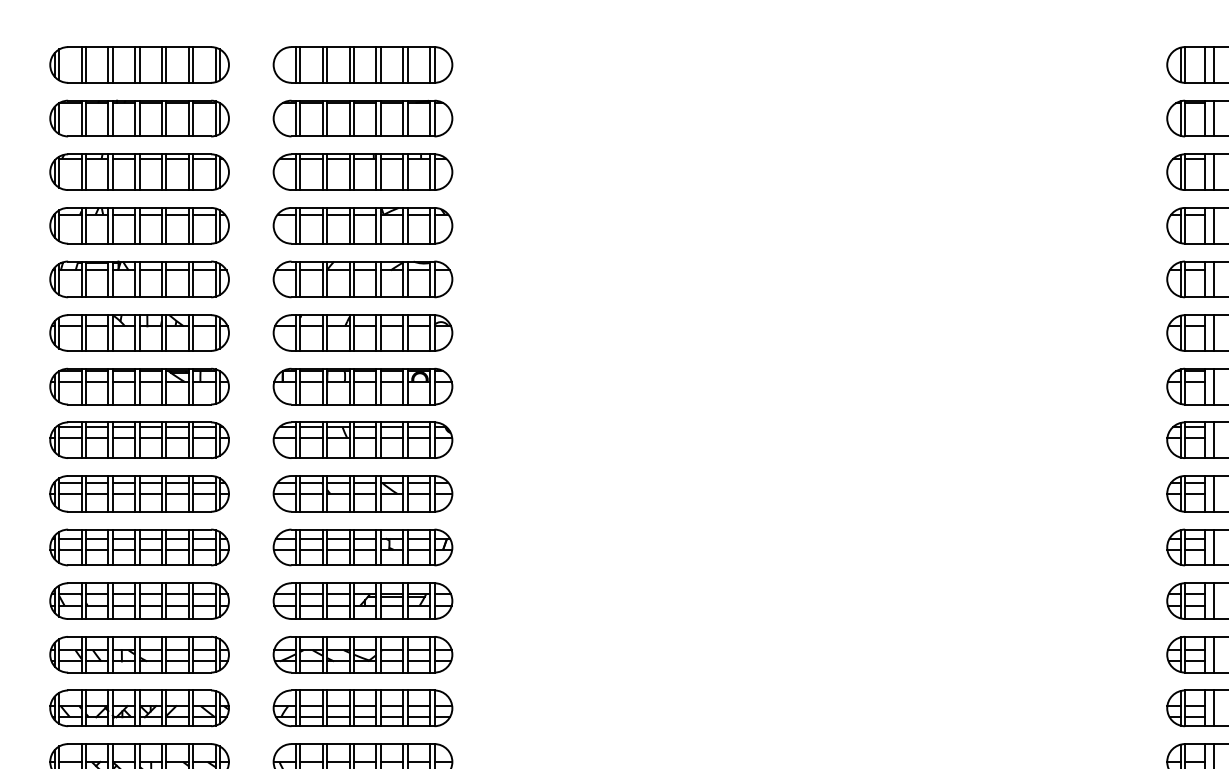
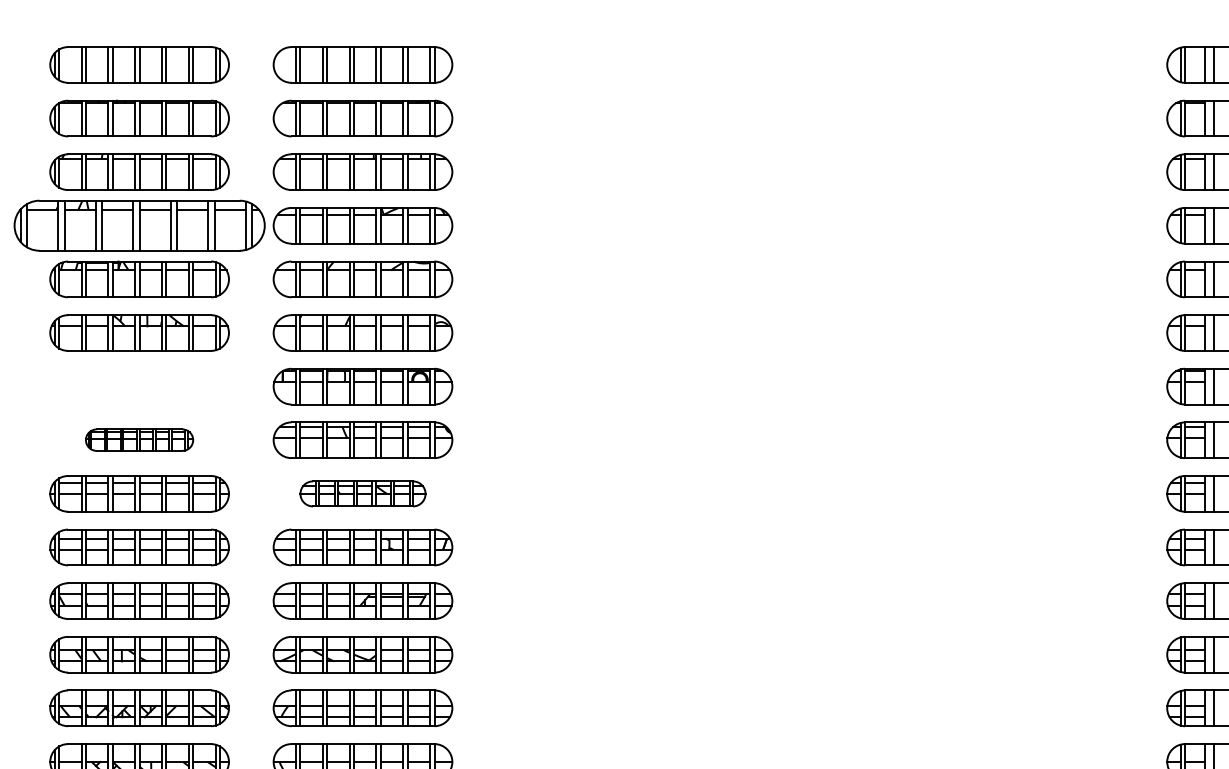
part at (139, 225) size: 181x38 px -> 253x53 px
part at (139, 386): present -> none
part at (139, 439) size: 181x38 px -> 110x24 px
part at (362, 493) size: 182x38 px -> 128x28 px
